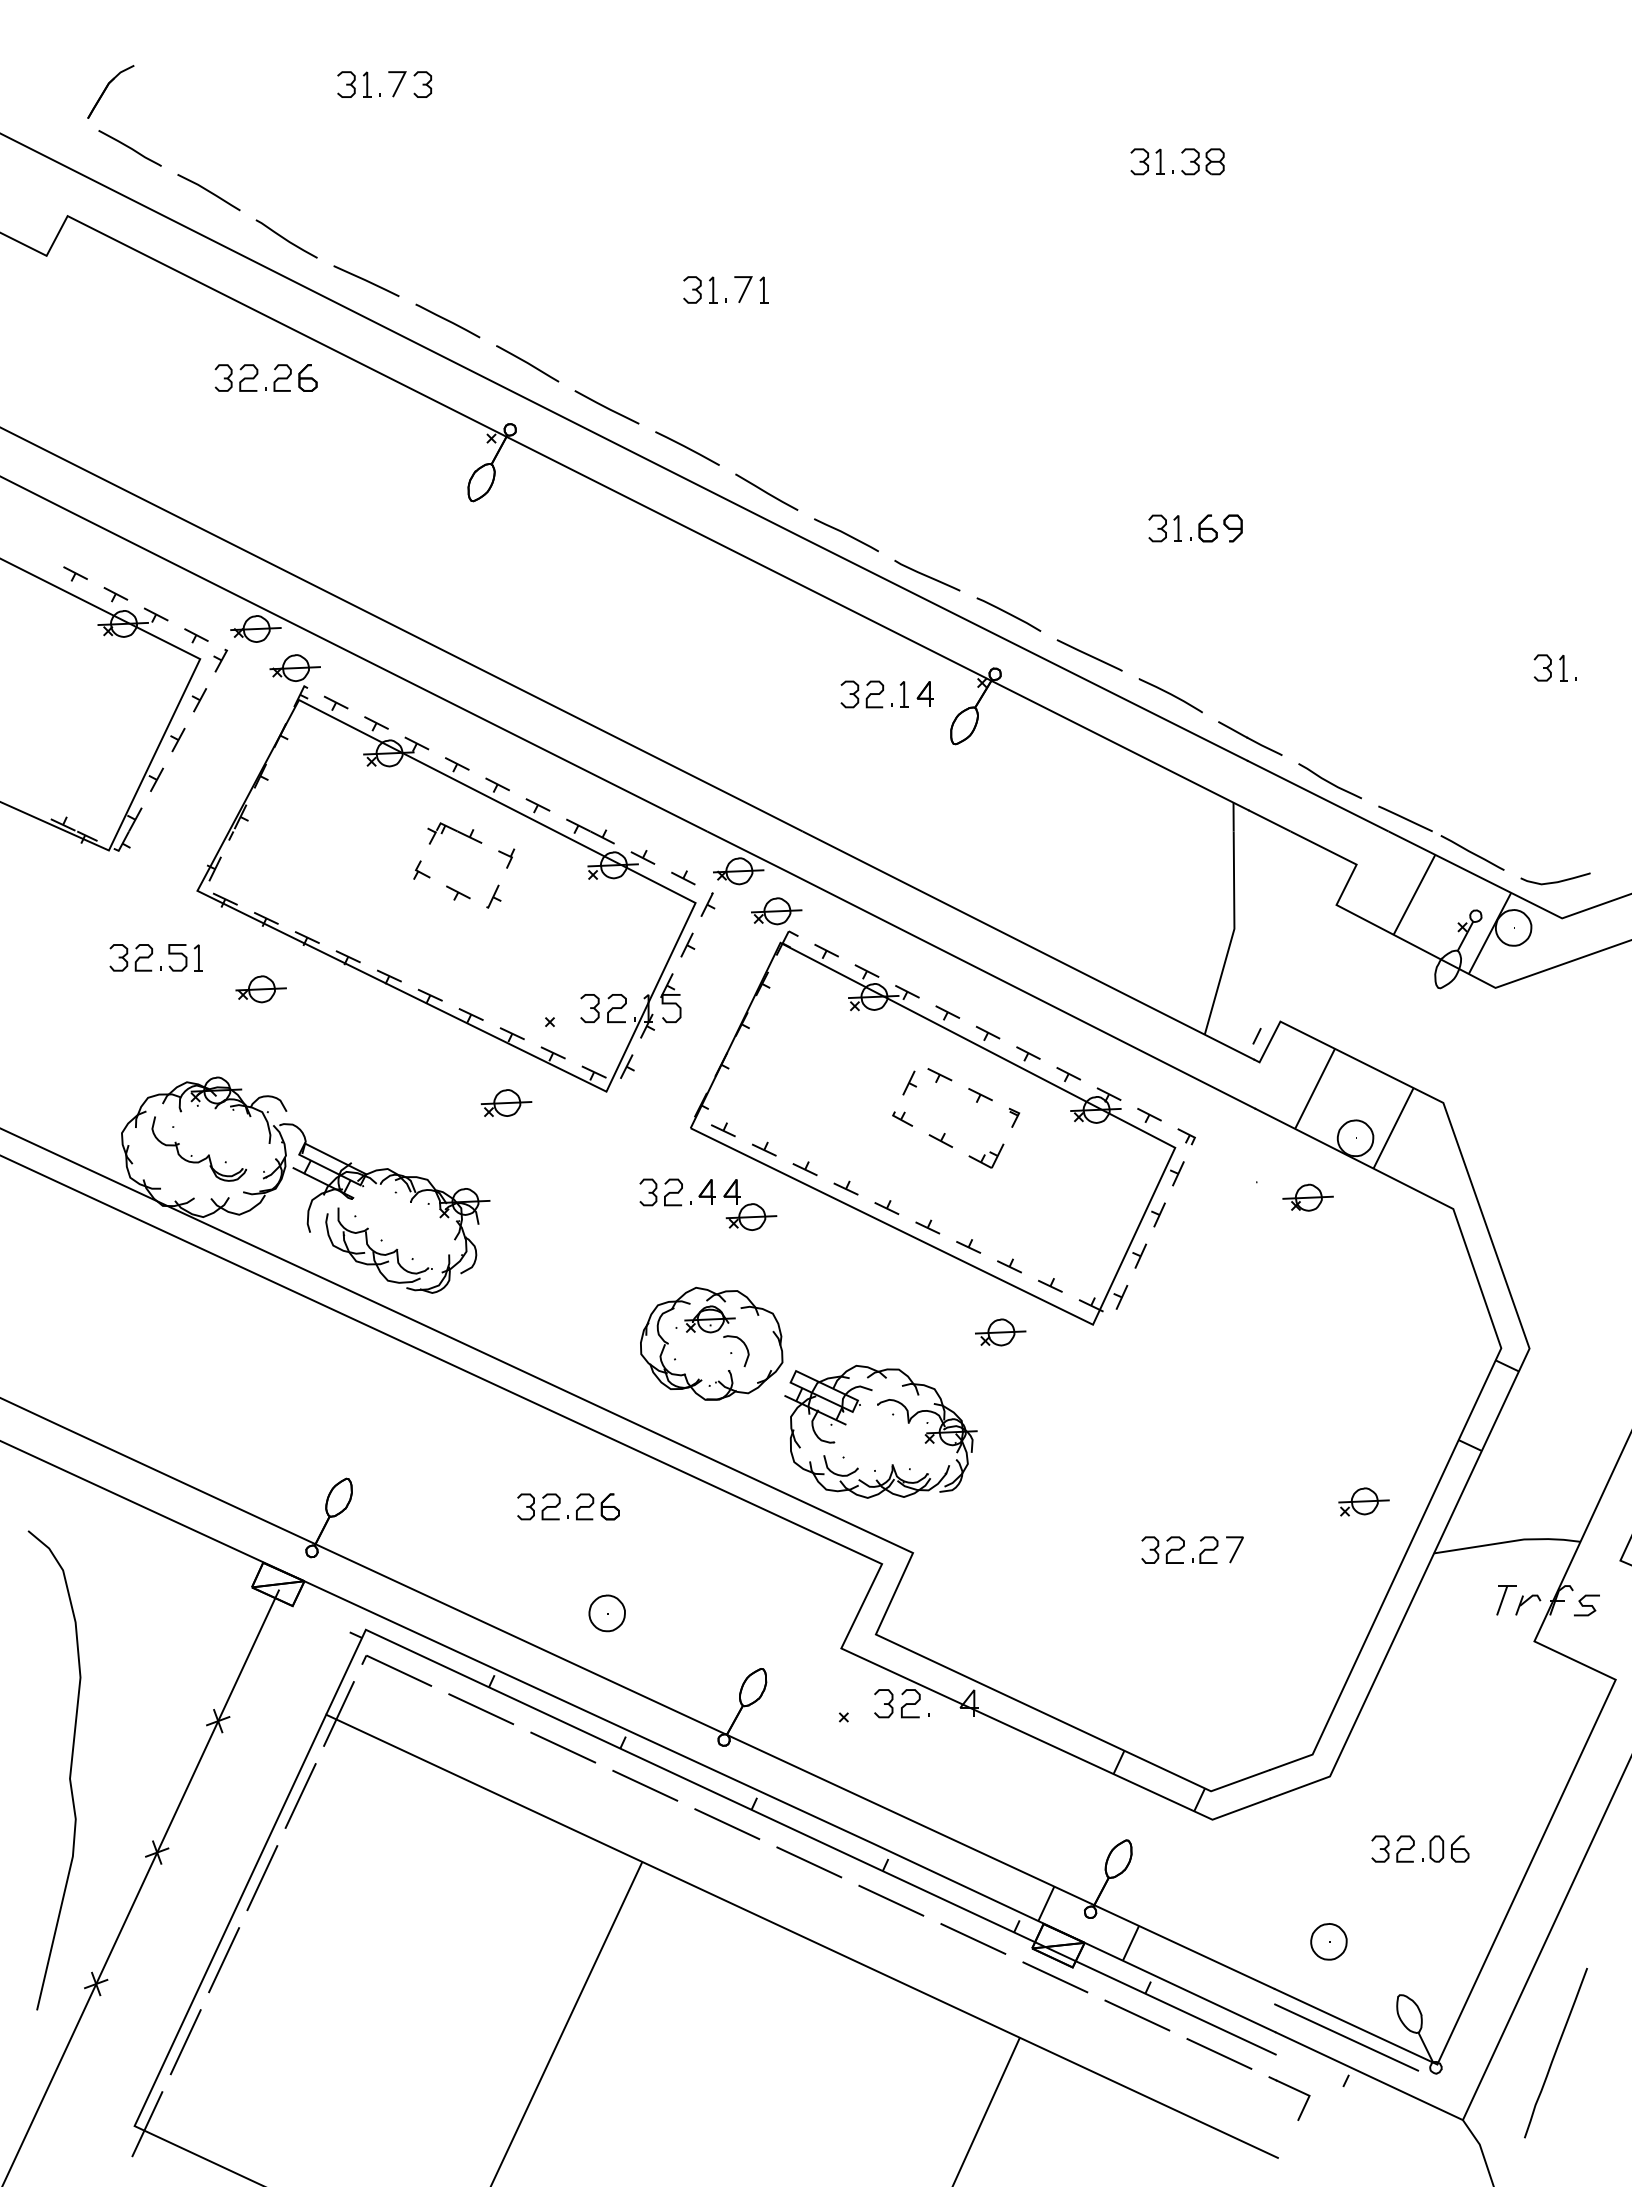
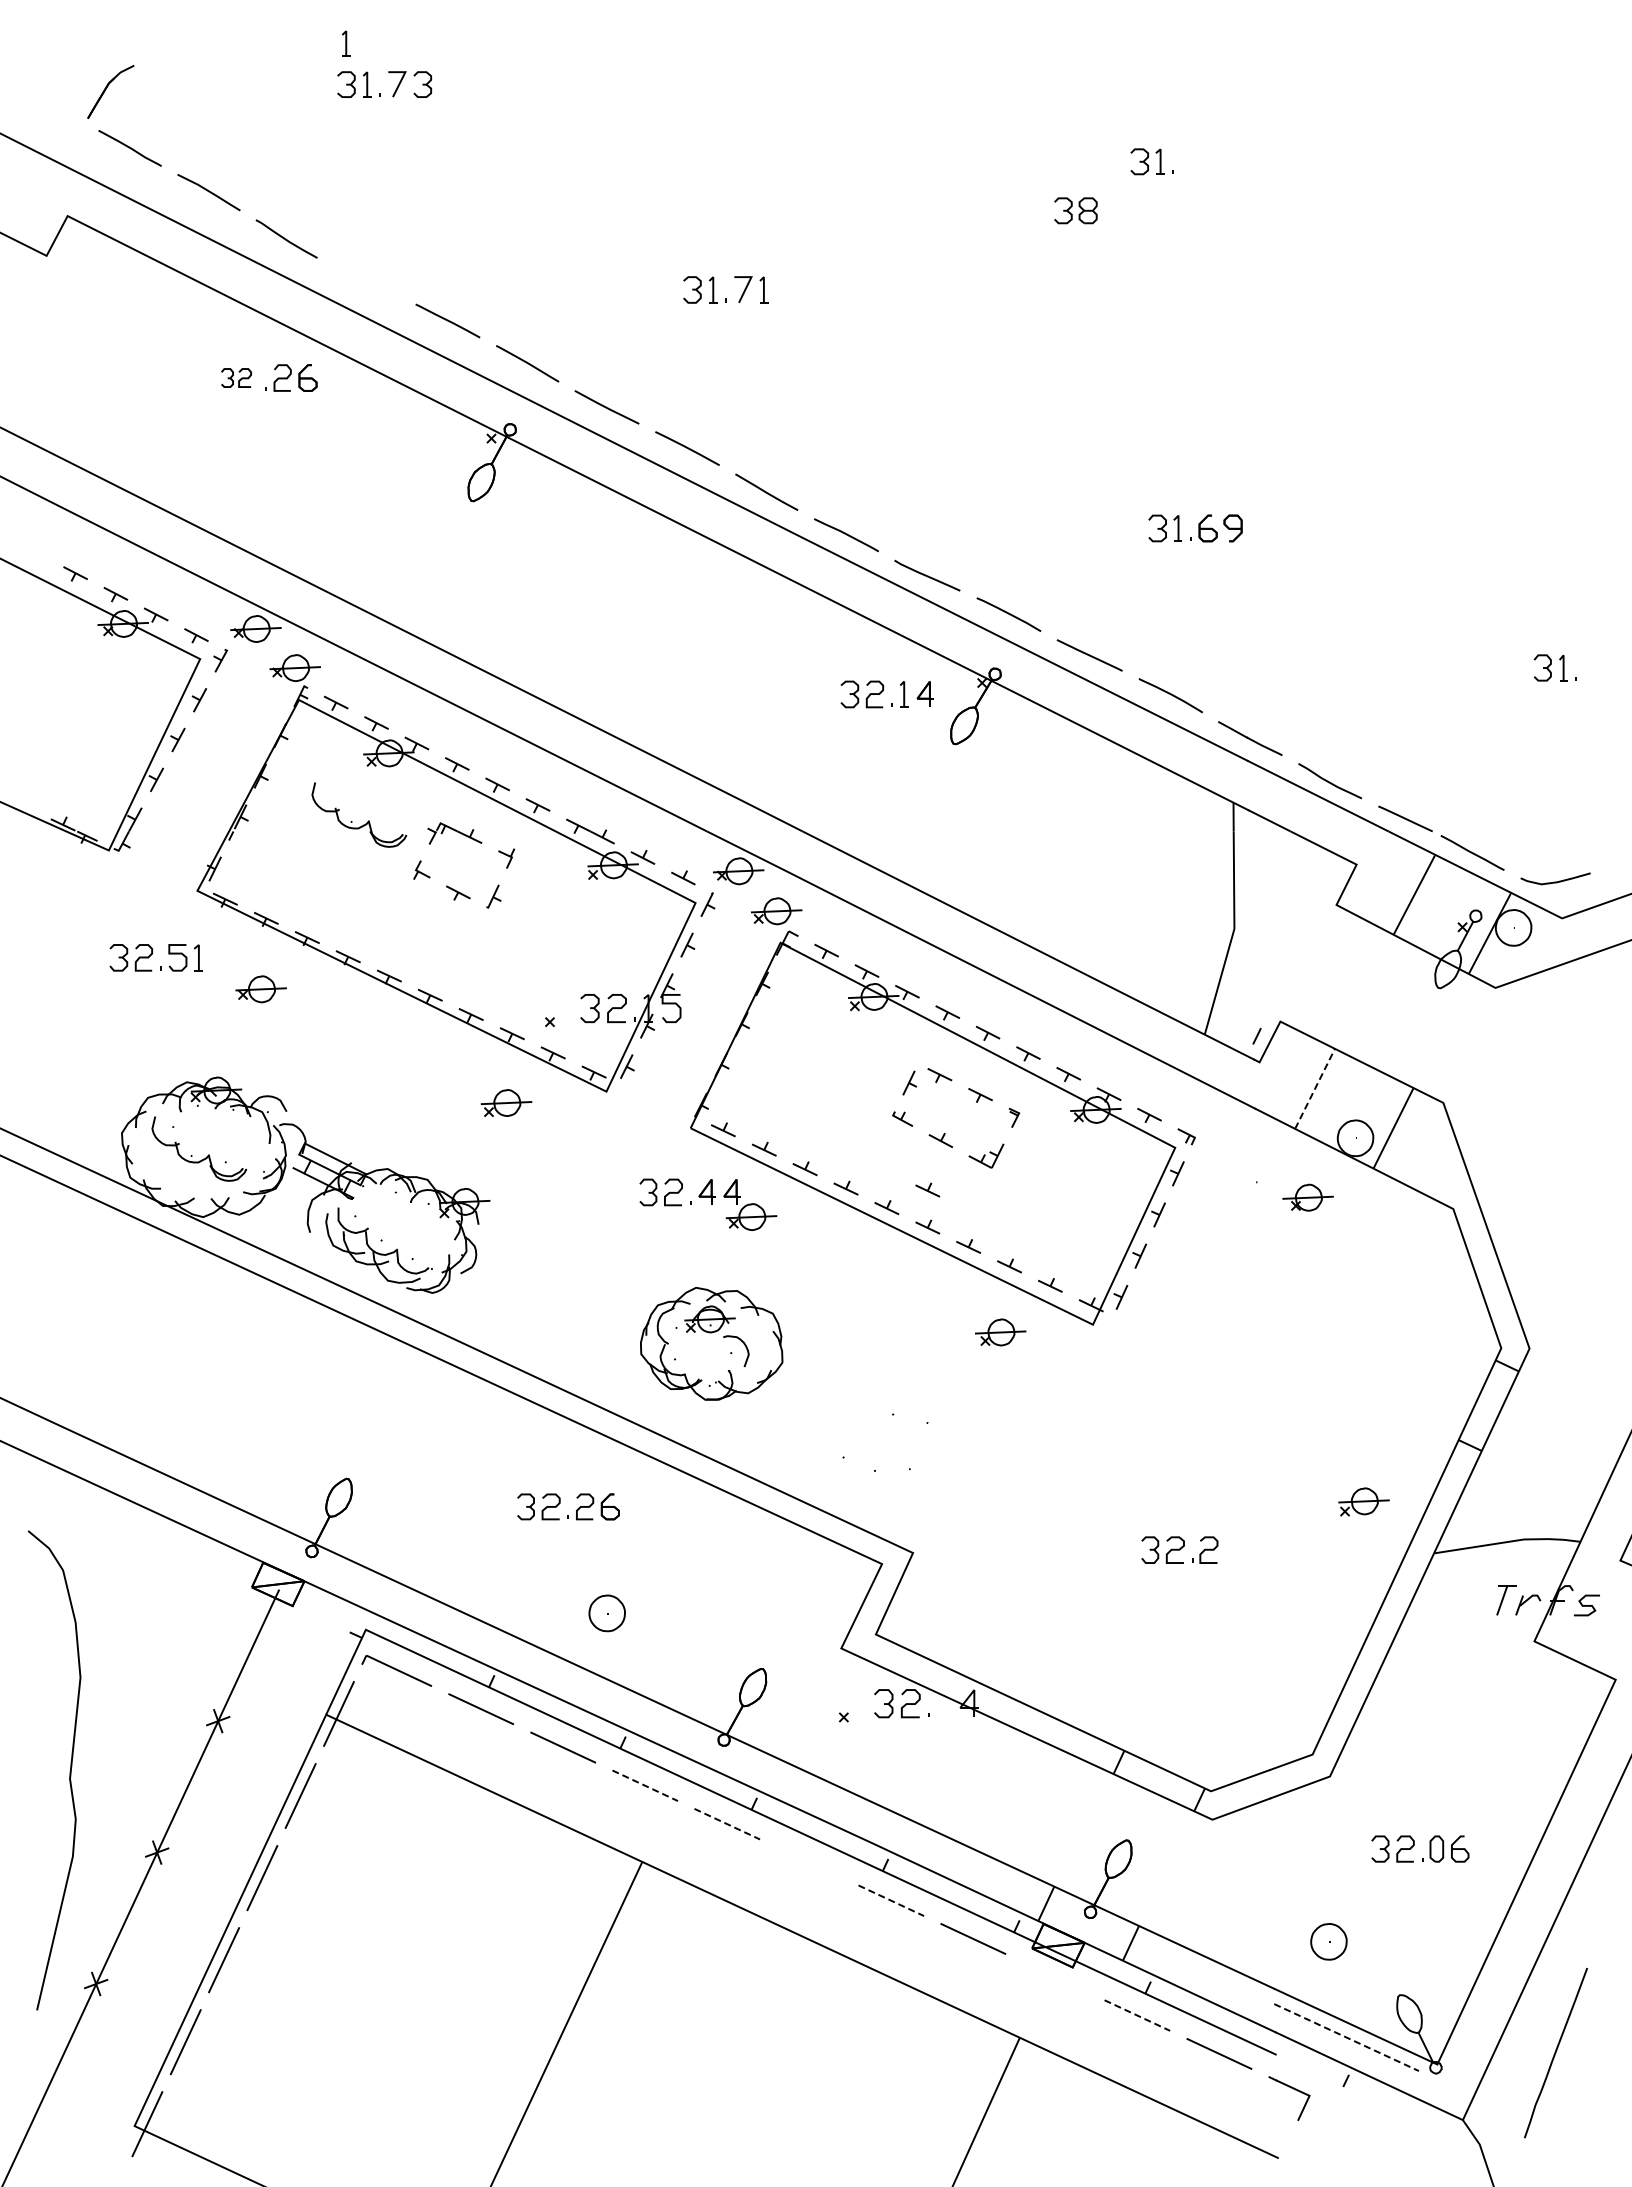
part at (346, 43): none -> present
part at (1202, 161) position: (1202, 161) -> (1075, 210)
line at (366, 281): present -> none
part at (236, 377) size: 45x28 px -> 31x20 px
part at (352, 821): none -> present
line at (1314, 1089): solid -> dashed
part at (927, 1189): none -> present
part at (878, 1405): present -> none
line at (1235, 1549): present -> none
line at (645, 1785): solid -> dashed
line at (727, 1824): solid -> dashed
line at (809, 1862): present -> none
line at (891, 1900): solid -> dashed
line at (1055, 1977): present -> none
line at (1137, 2015): solid -> dashed
line at (1346, 2037): solid -> dashed
